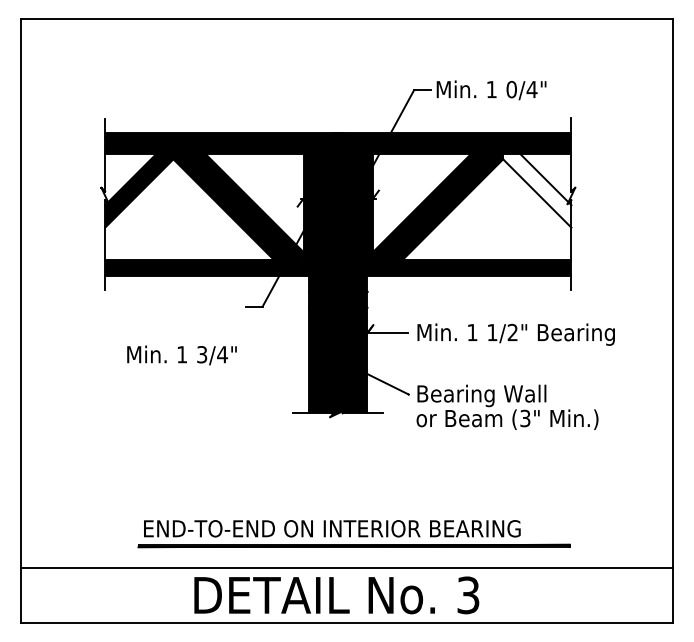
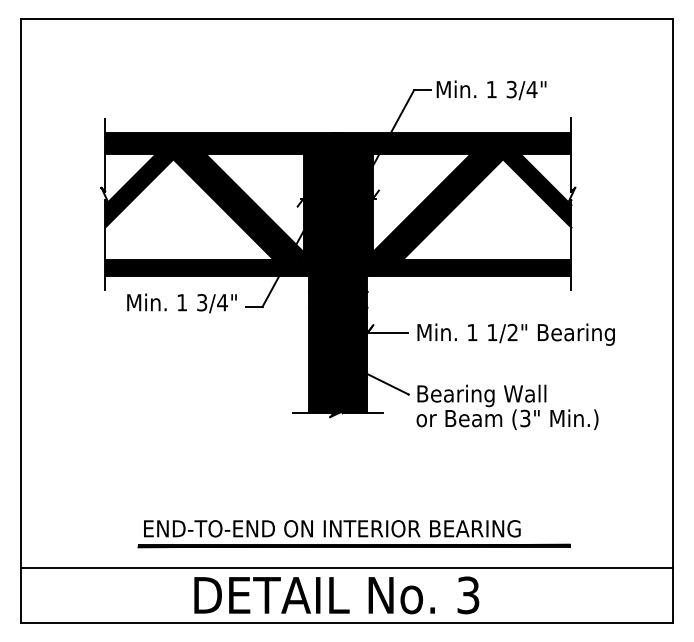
text at (511, 89): 0/4" -> 3/4"
fill at (537, 190): none -> present
text at (181, 355) position: (181, 355) -> (181, 303)
